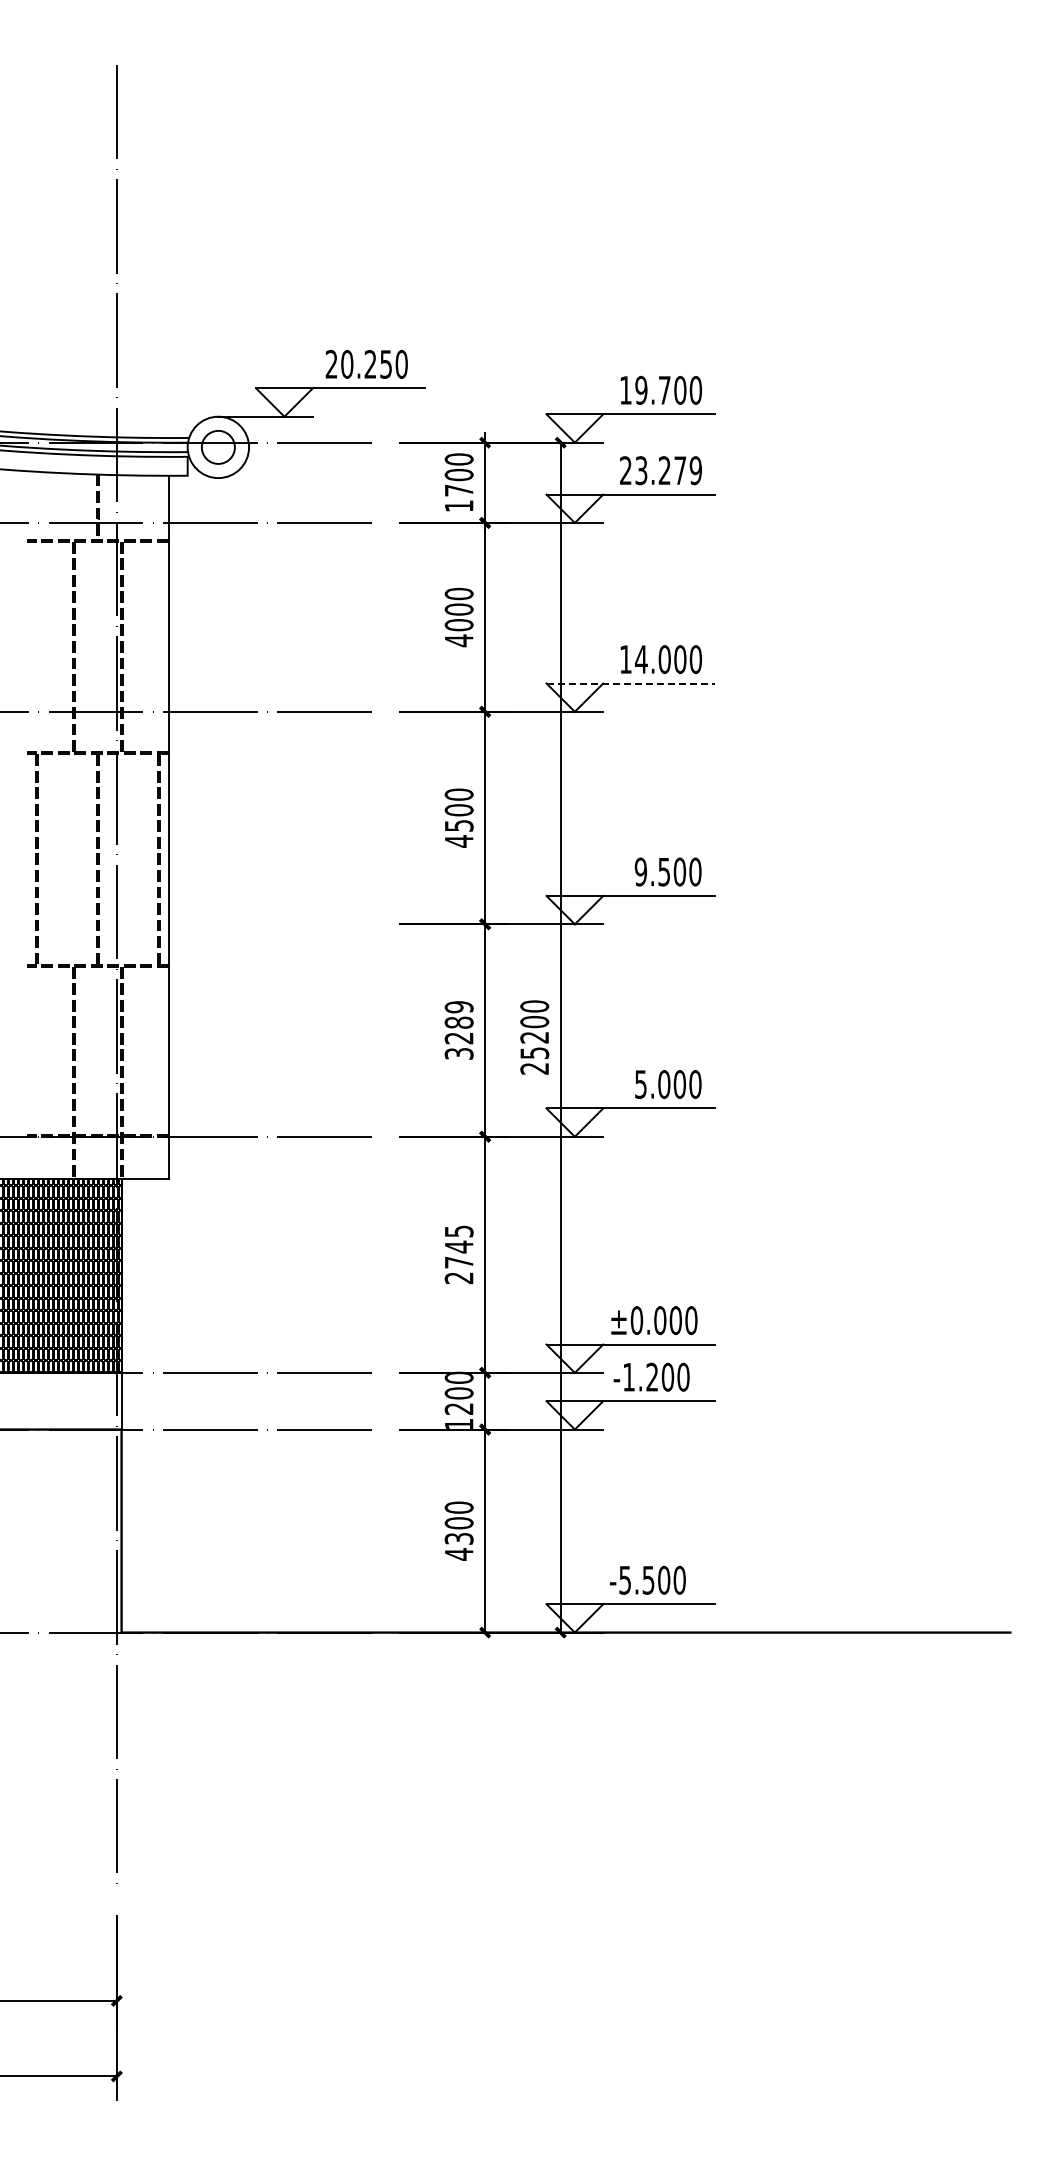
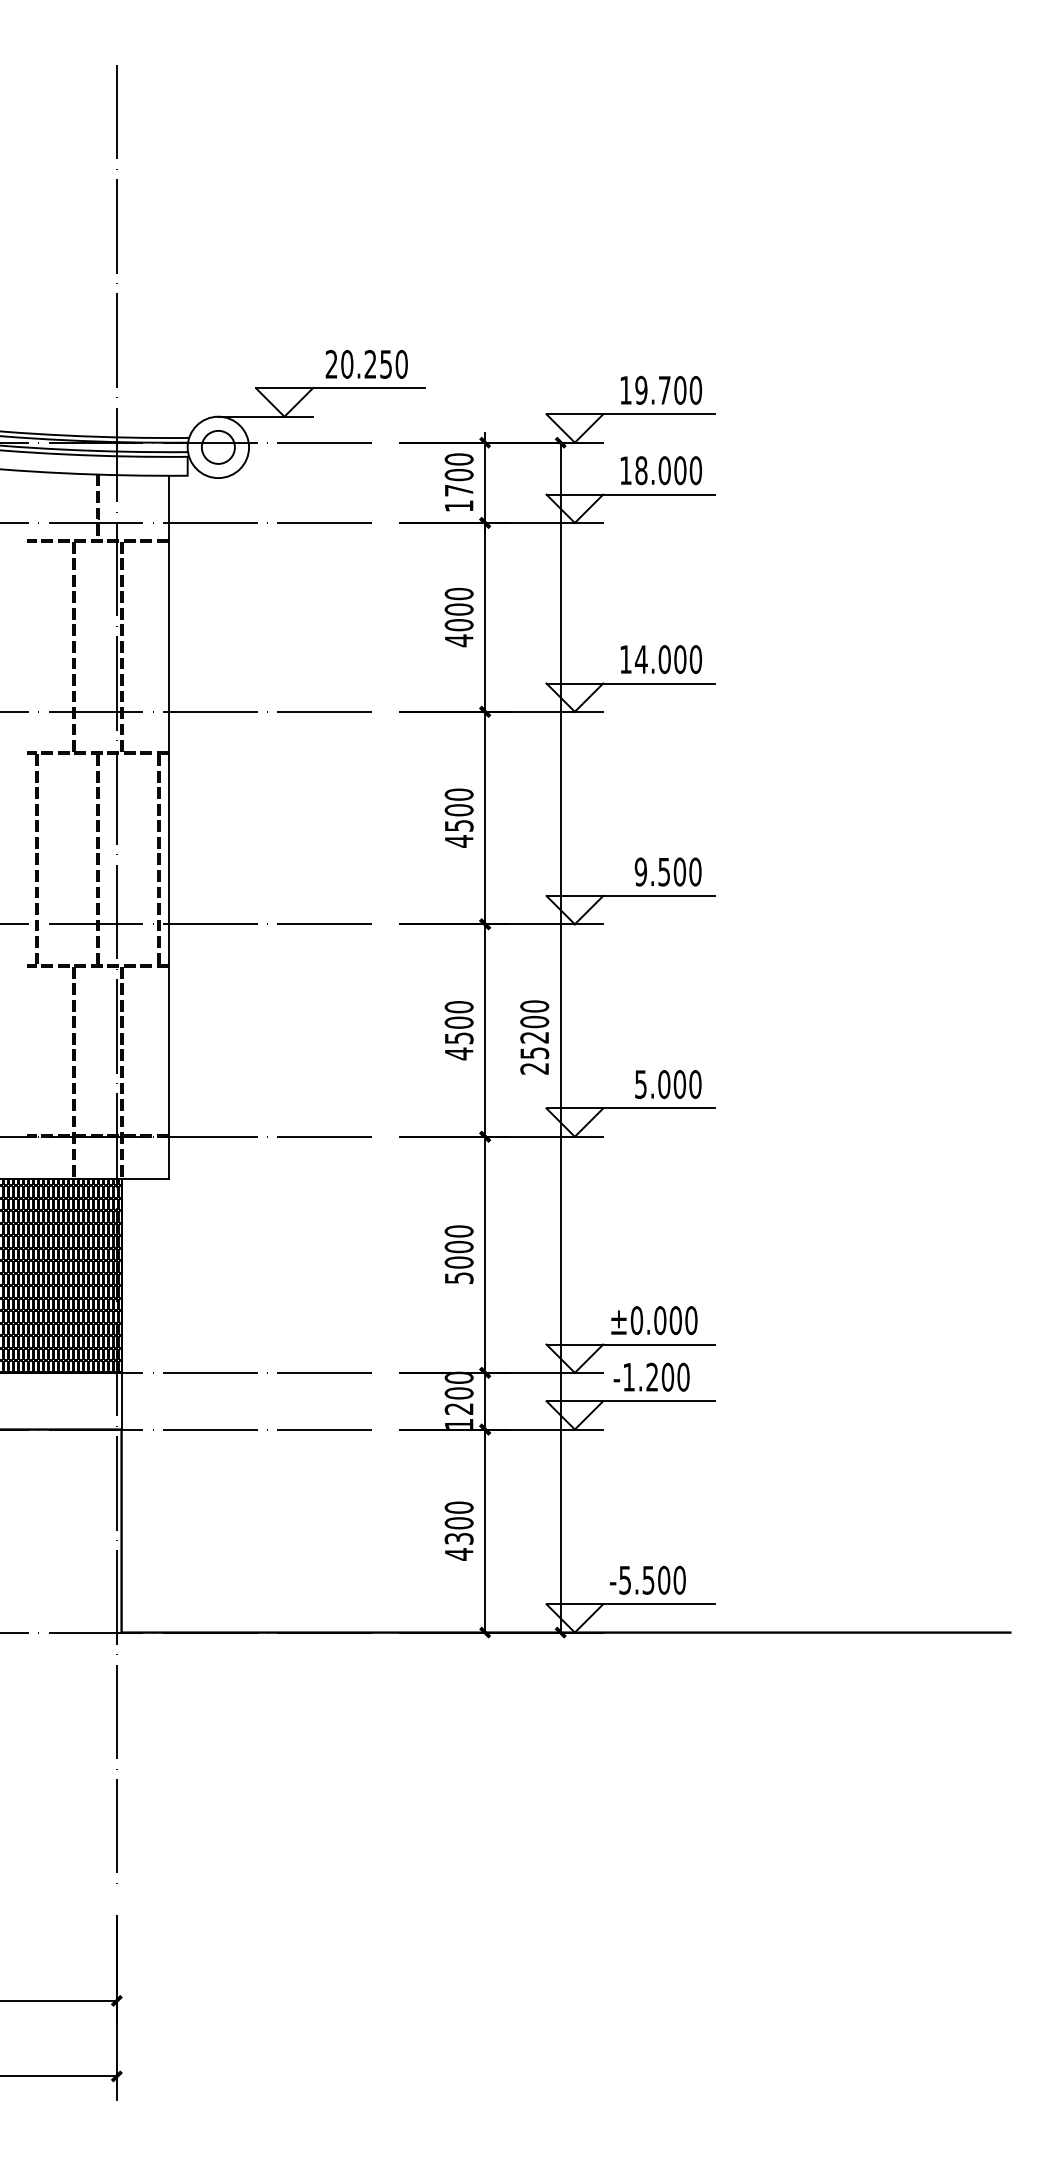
text at (661, 470): 23.279 -> 18.000
line at (631, 683): dashed -> solid
line at (186, 924): none -> present
text at (458, 1030): 3289 -> 4500
text at (458, 1254): 2745 -> 5000
